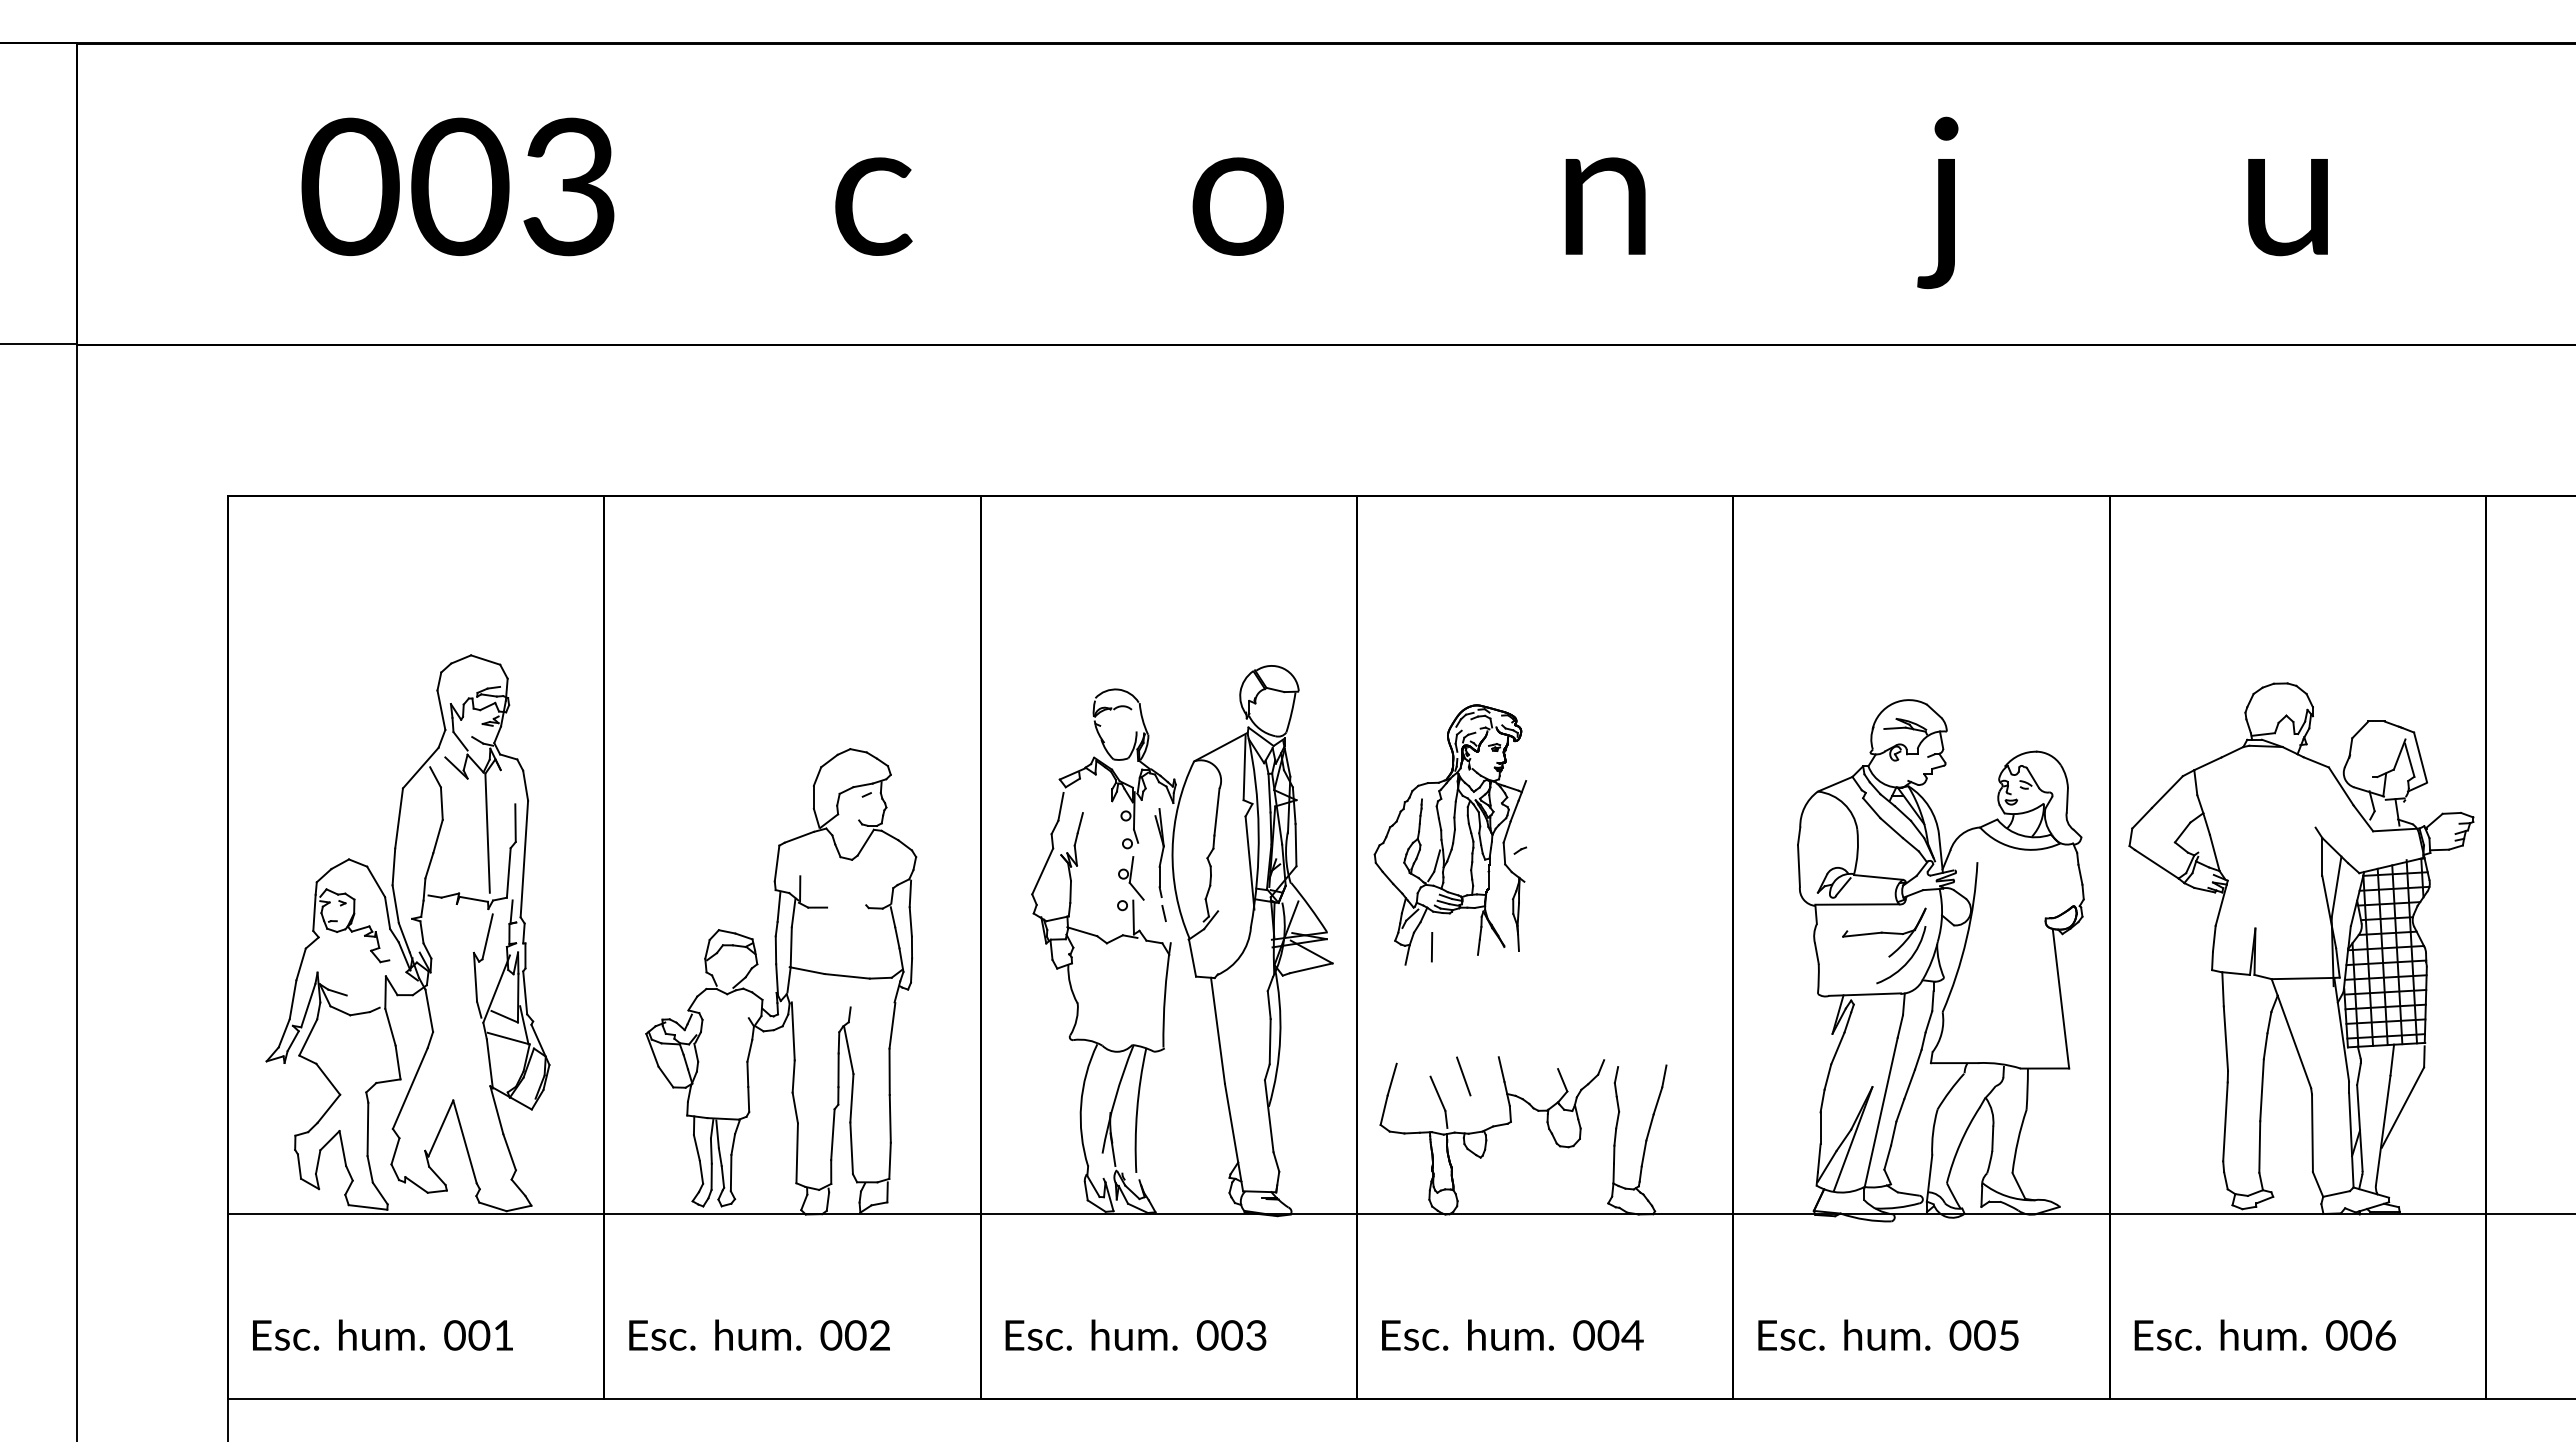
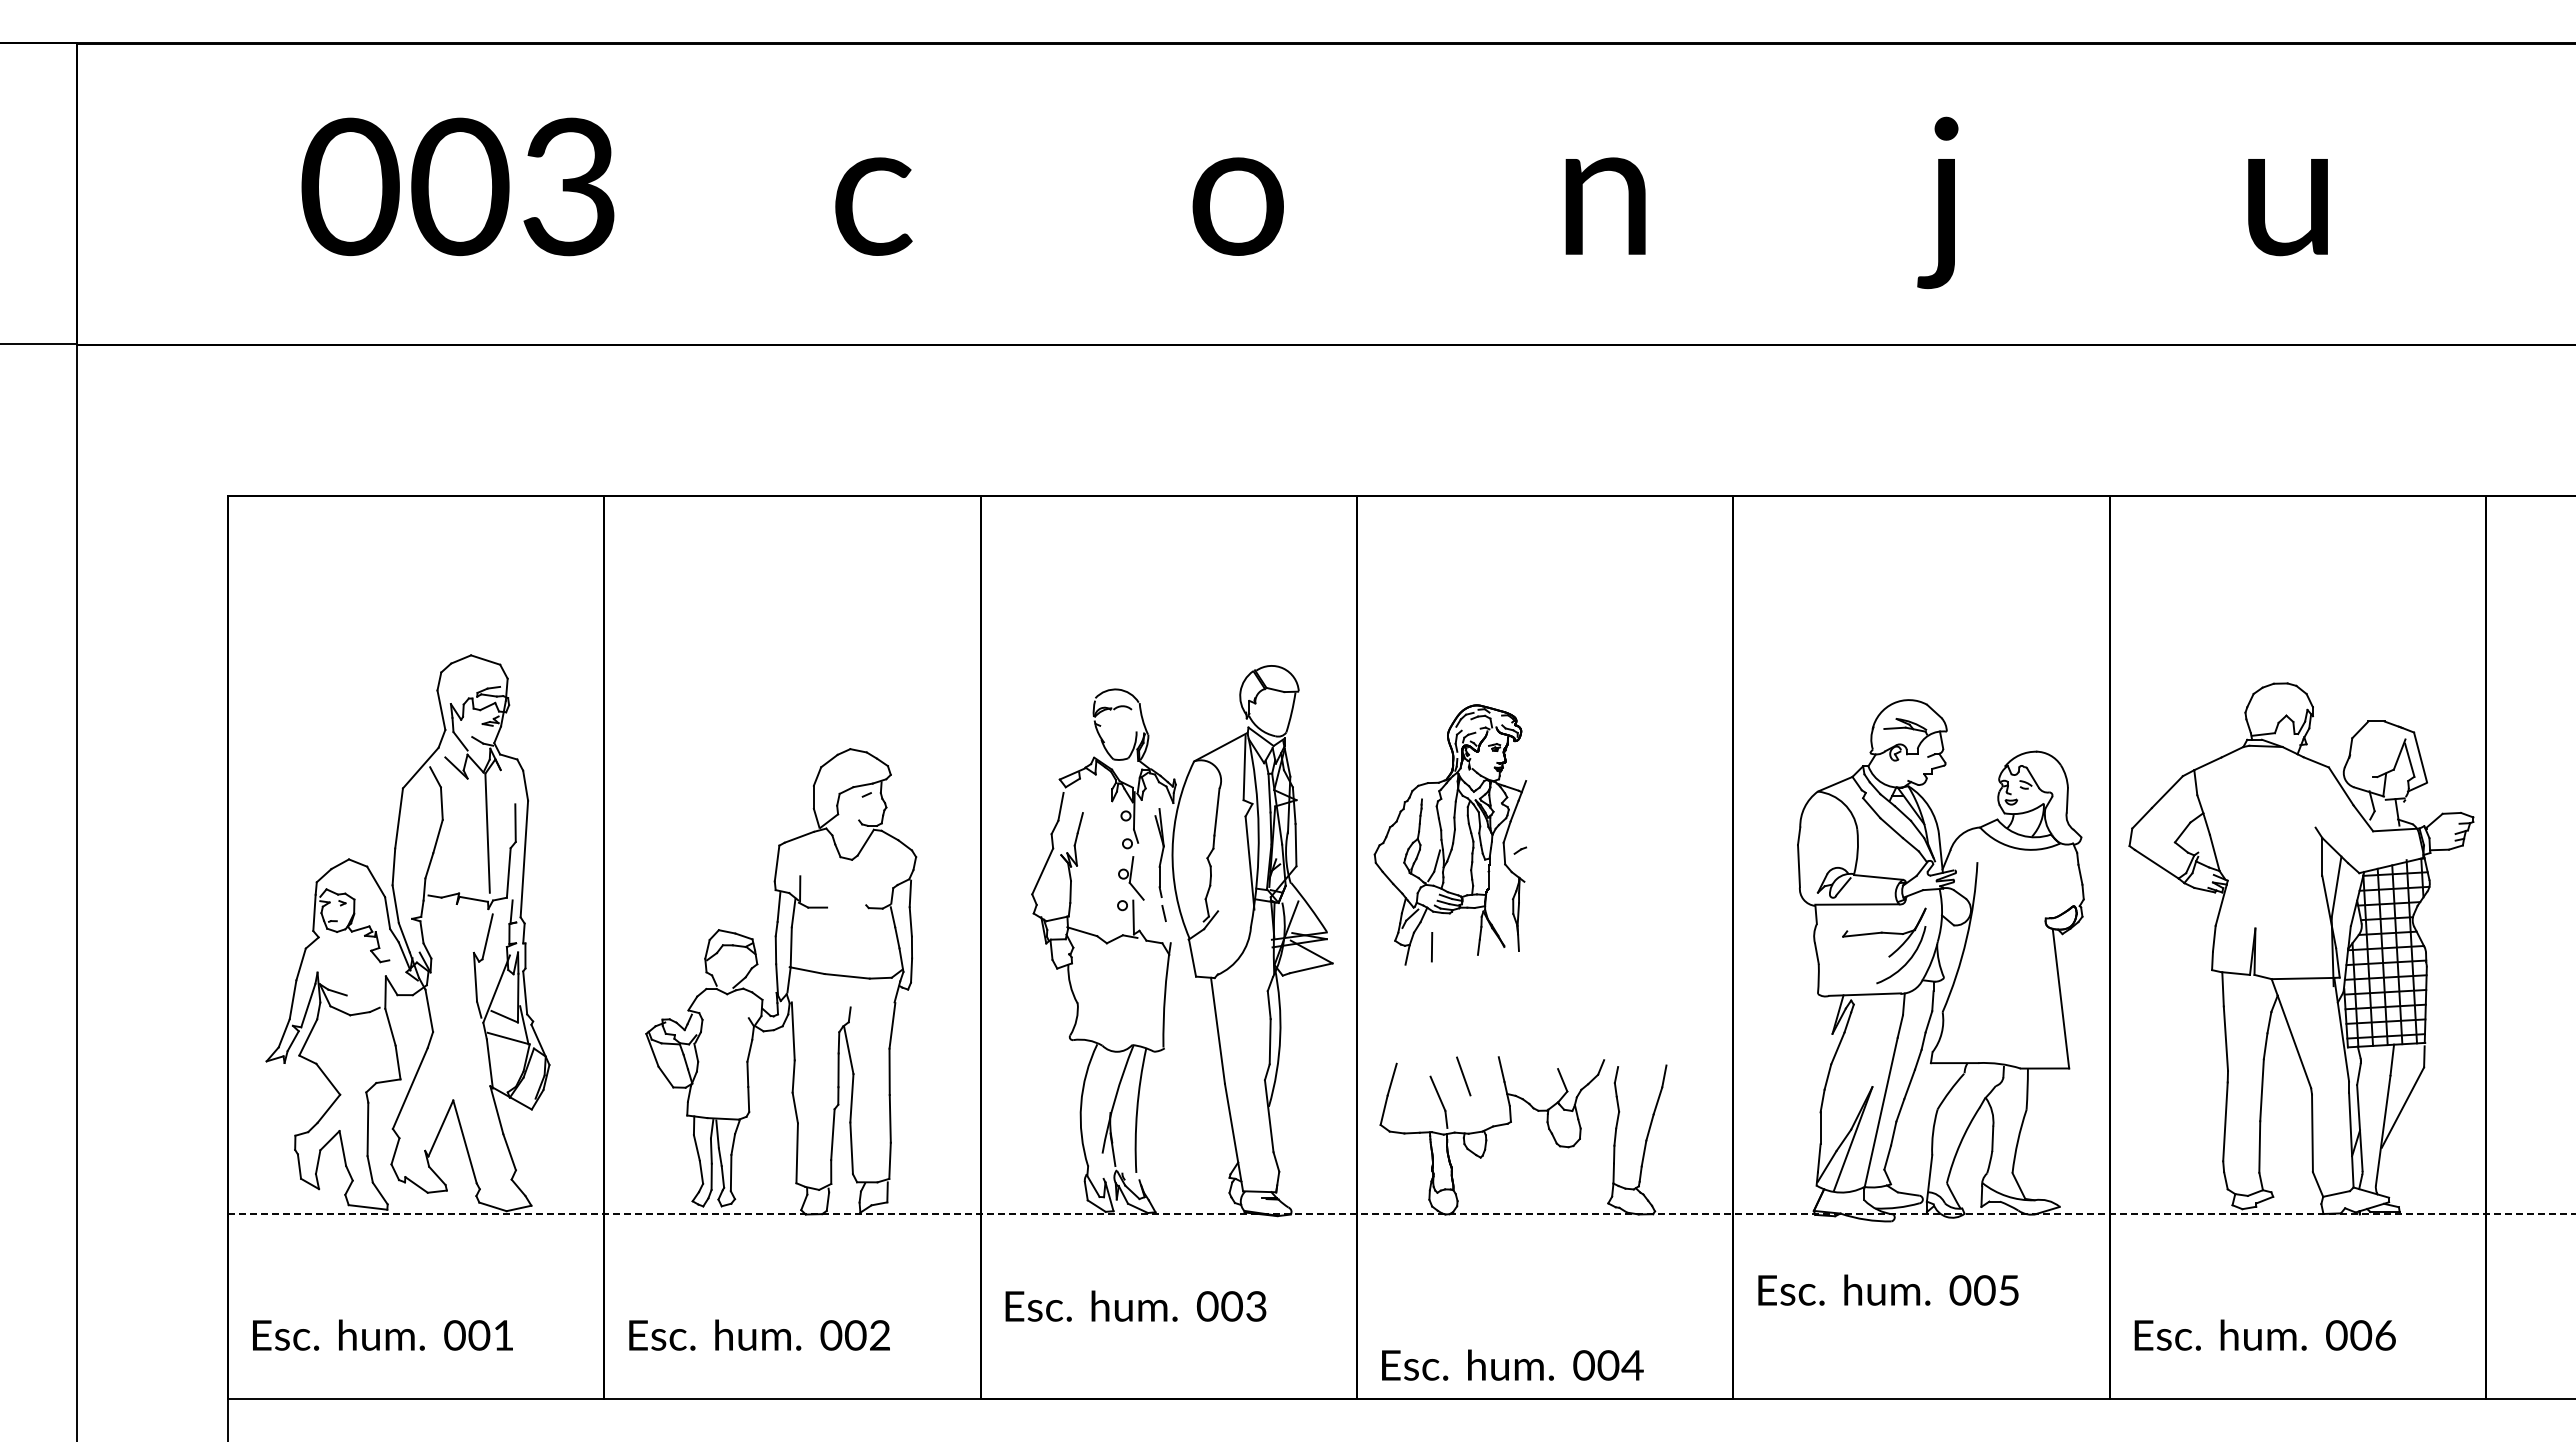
line at (1401, 1214): solid -> dashed
text at (1135, 1334) position: (1135, 1334) -> (1135, 1305)
text at (1512, 1334) position: (1512, 1334) -> (1512, 1364)
text at (1888, 1334) position: (1888, 1334) -> (1888, 1289)
